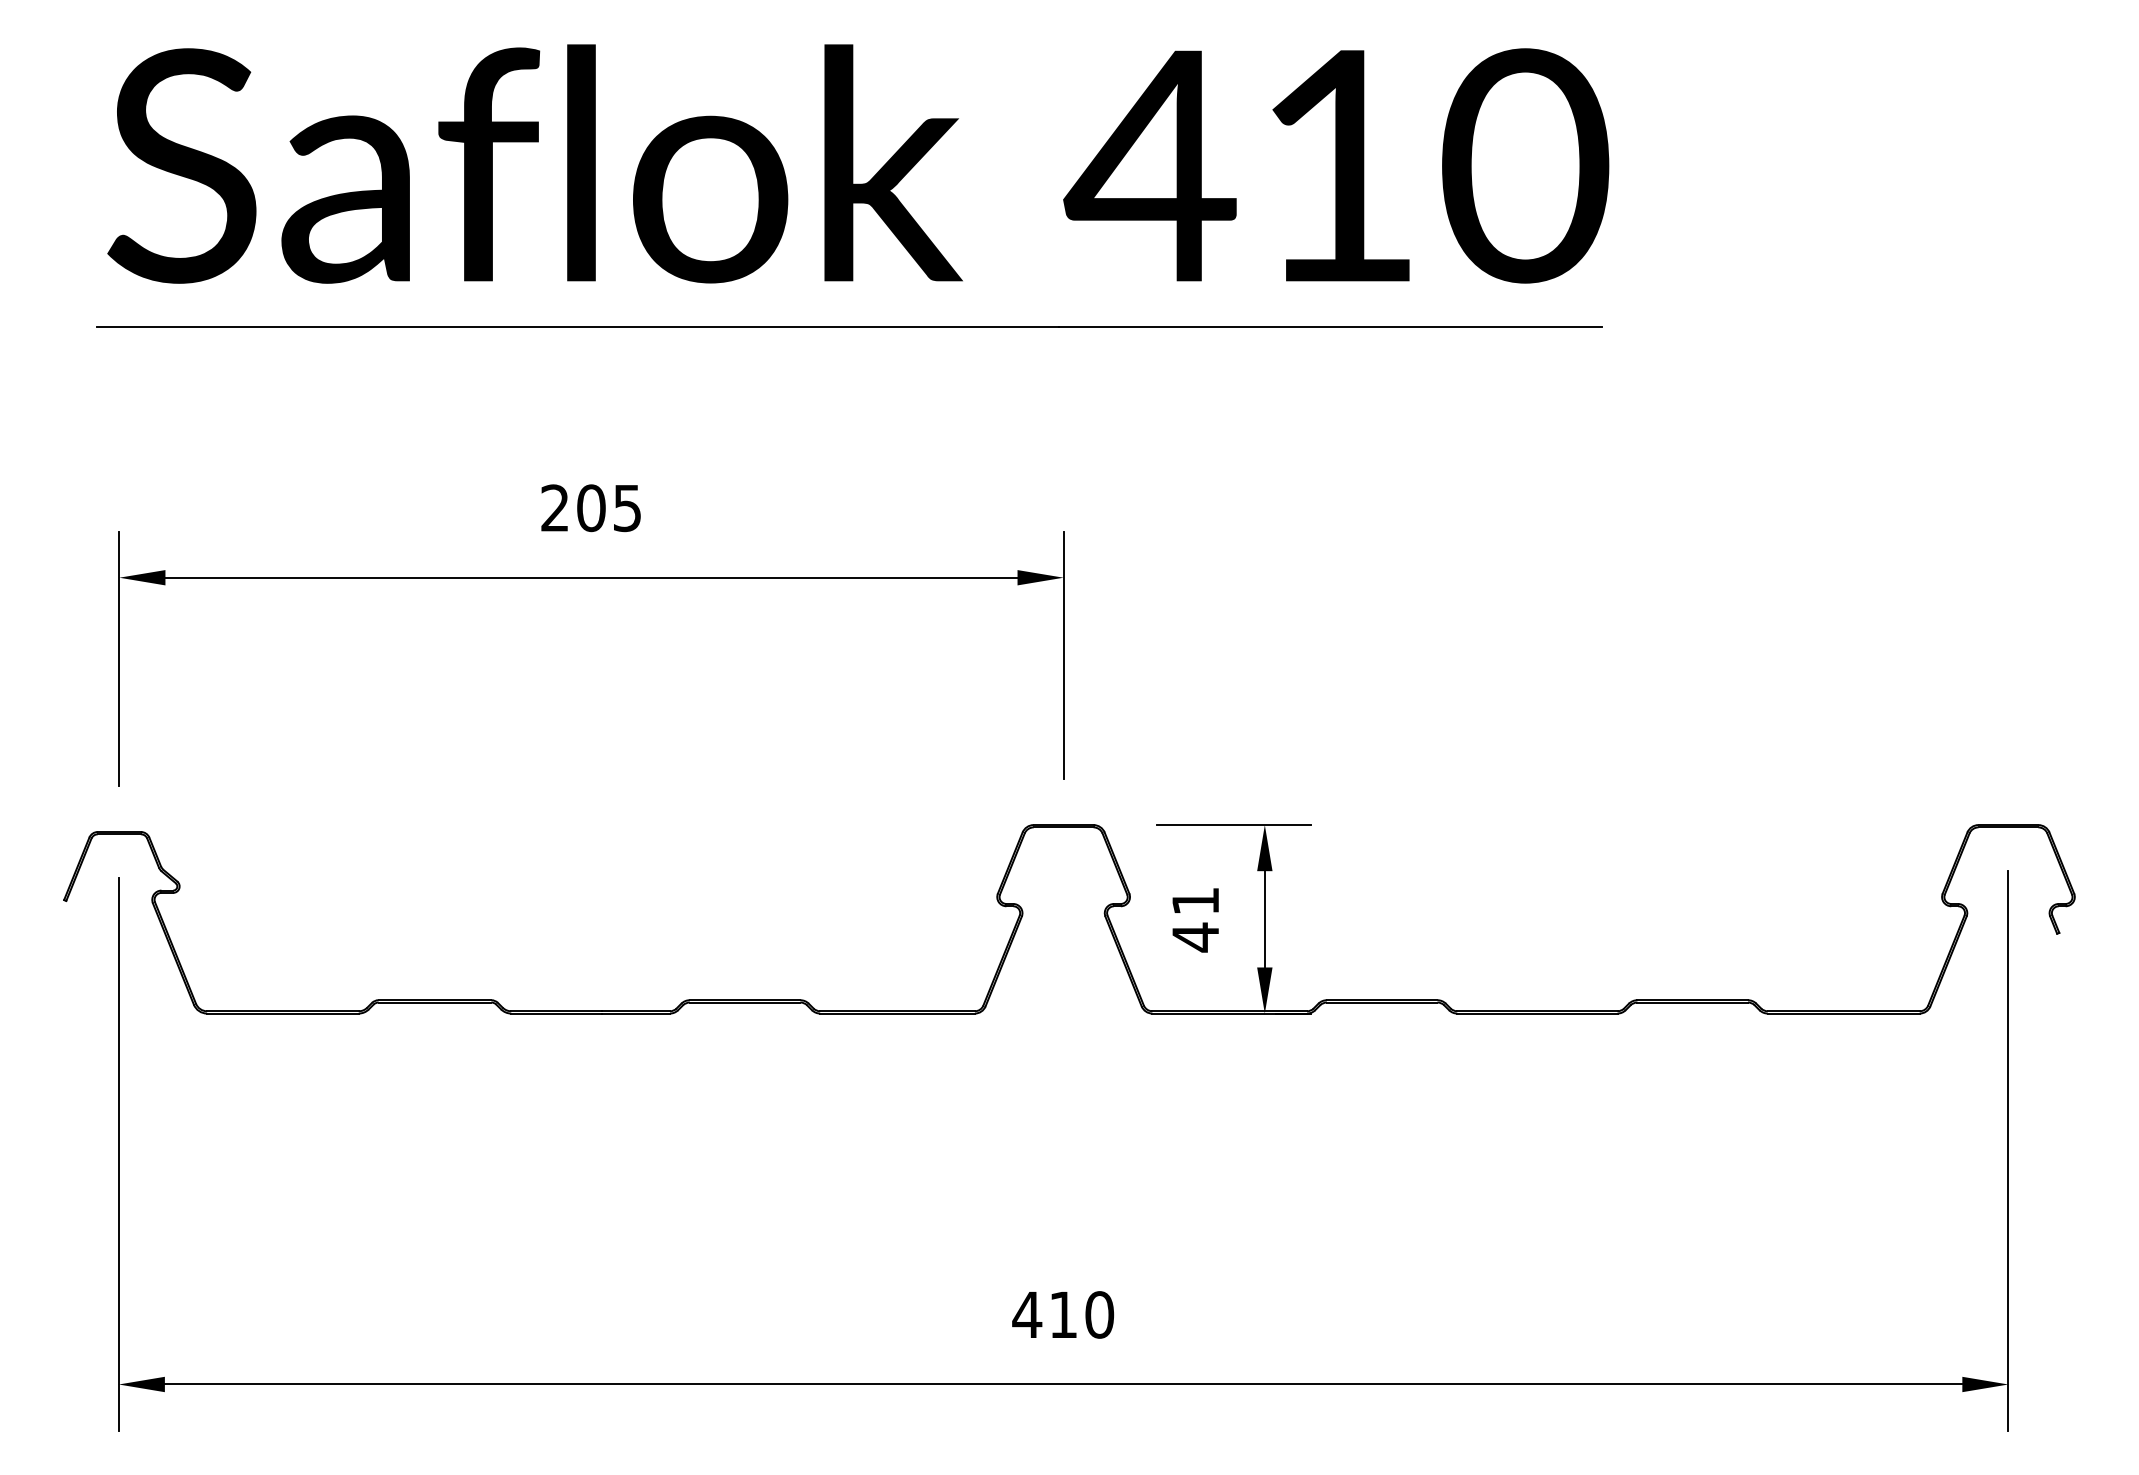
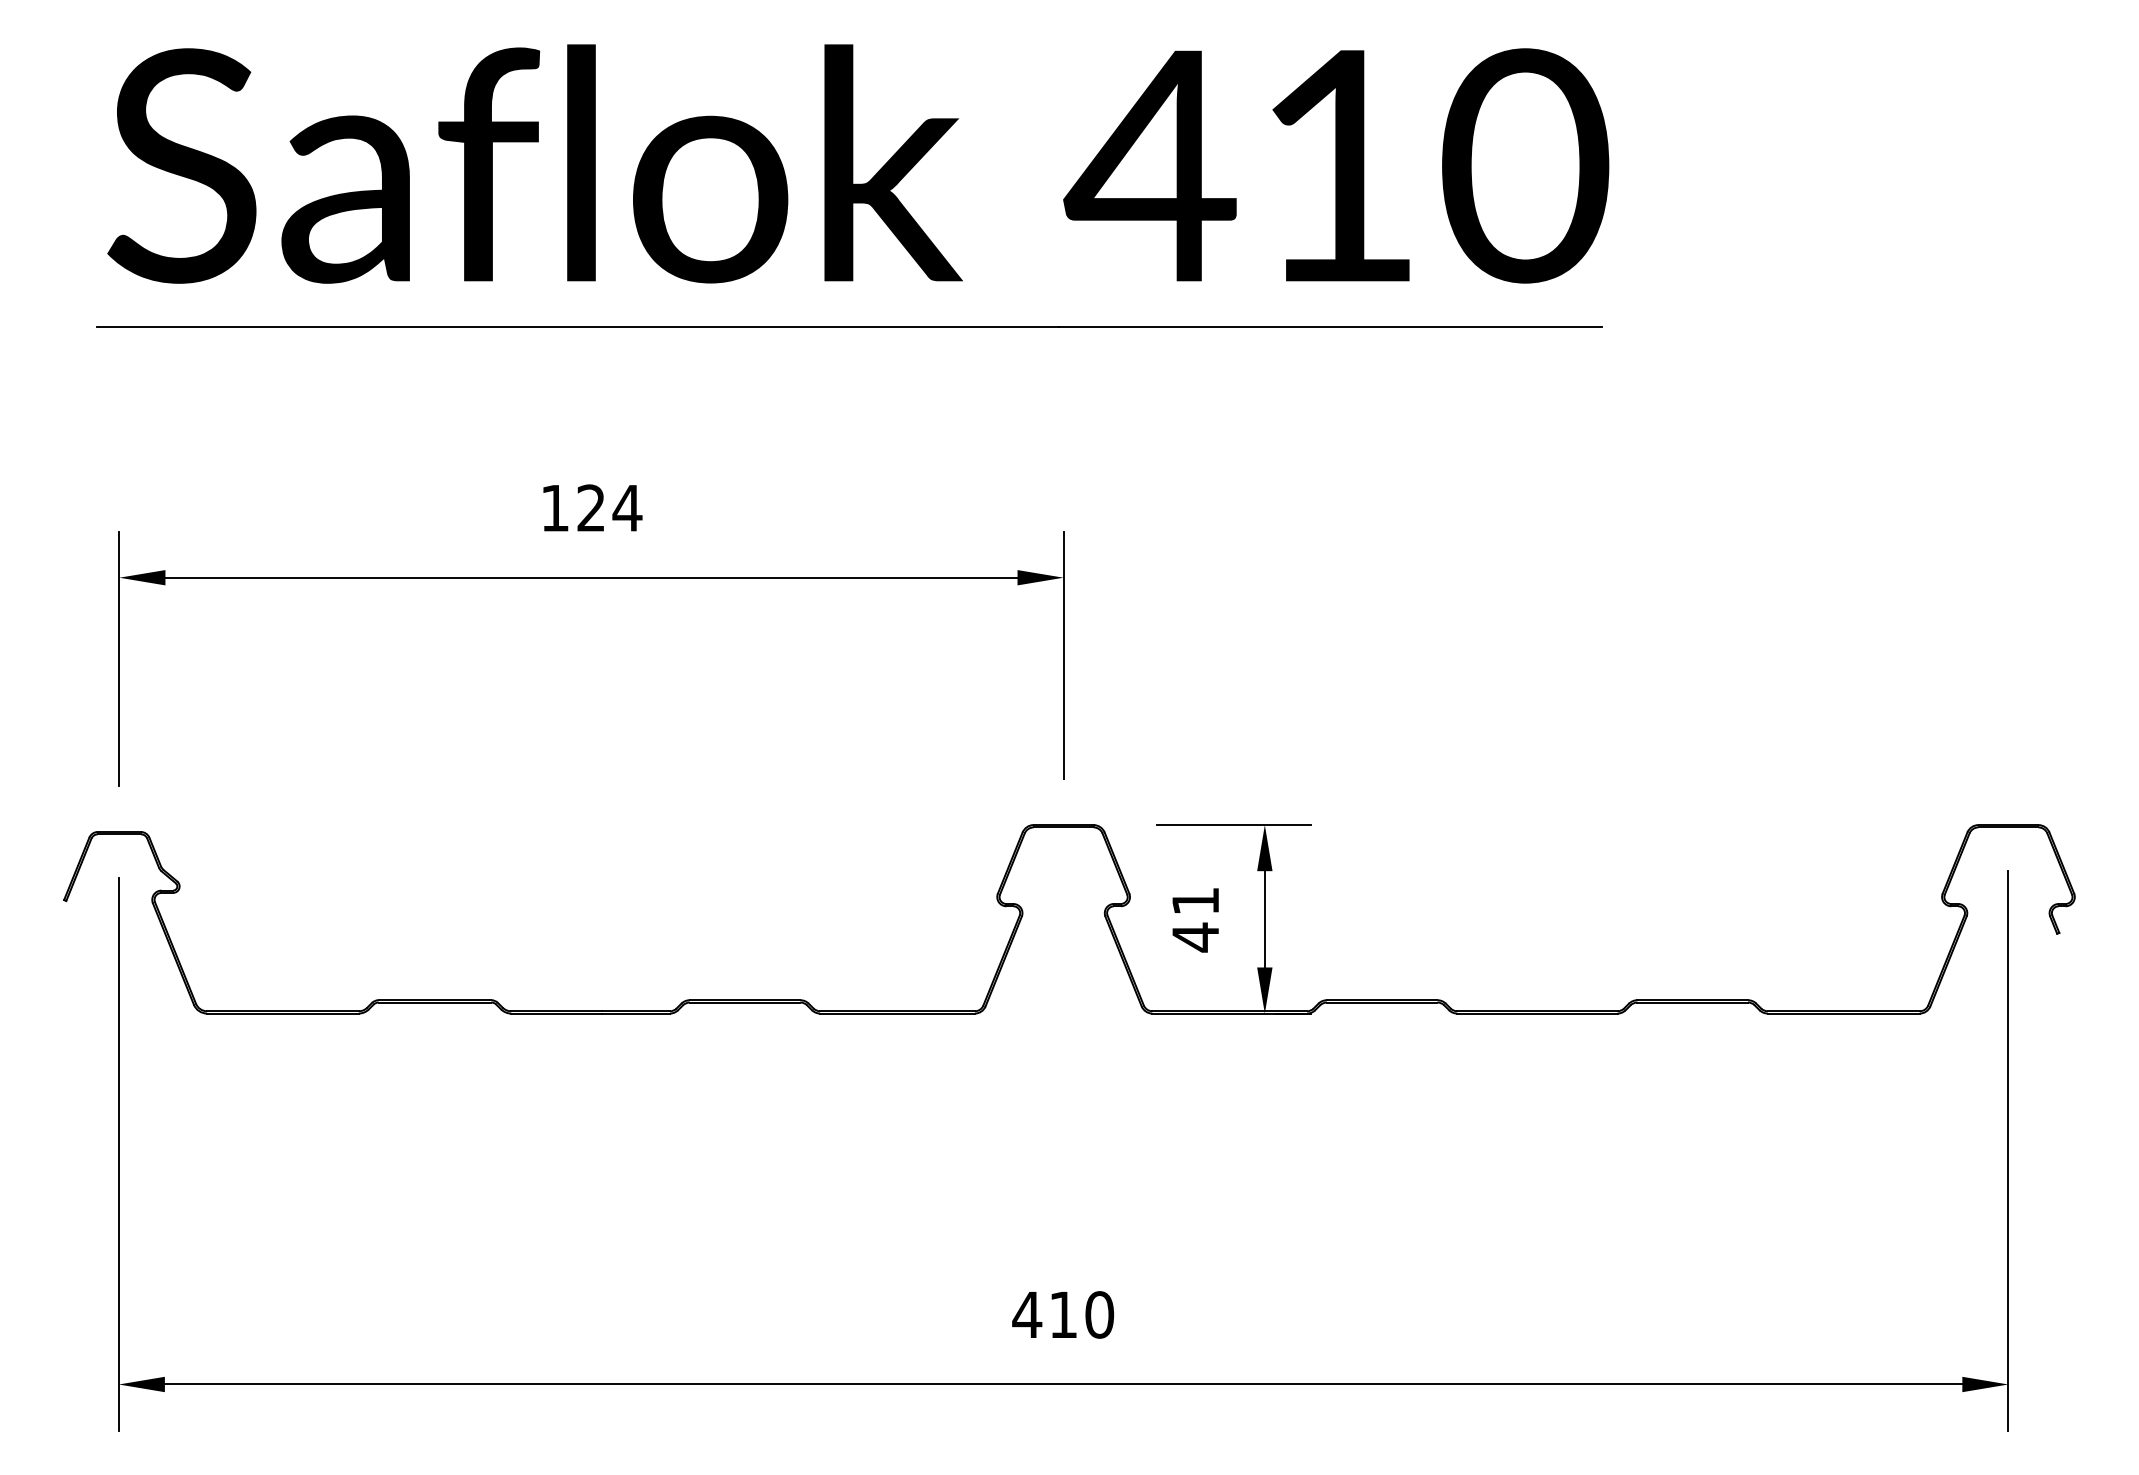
text at (591, 508): 205 -> 124
